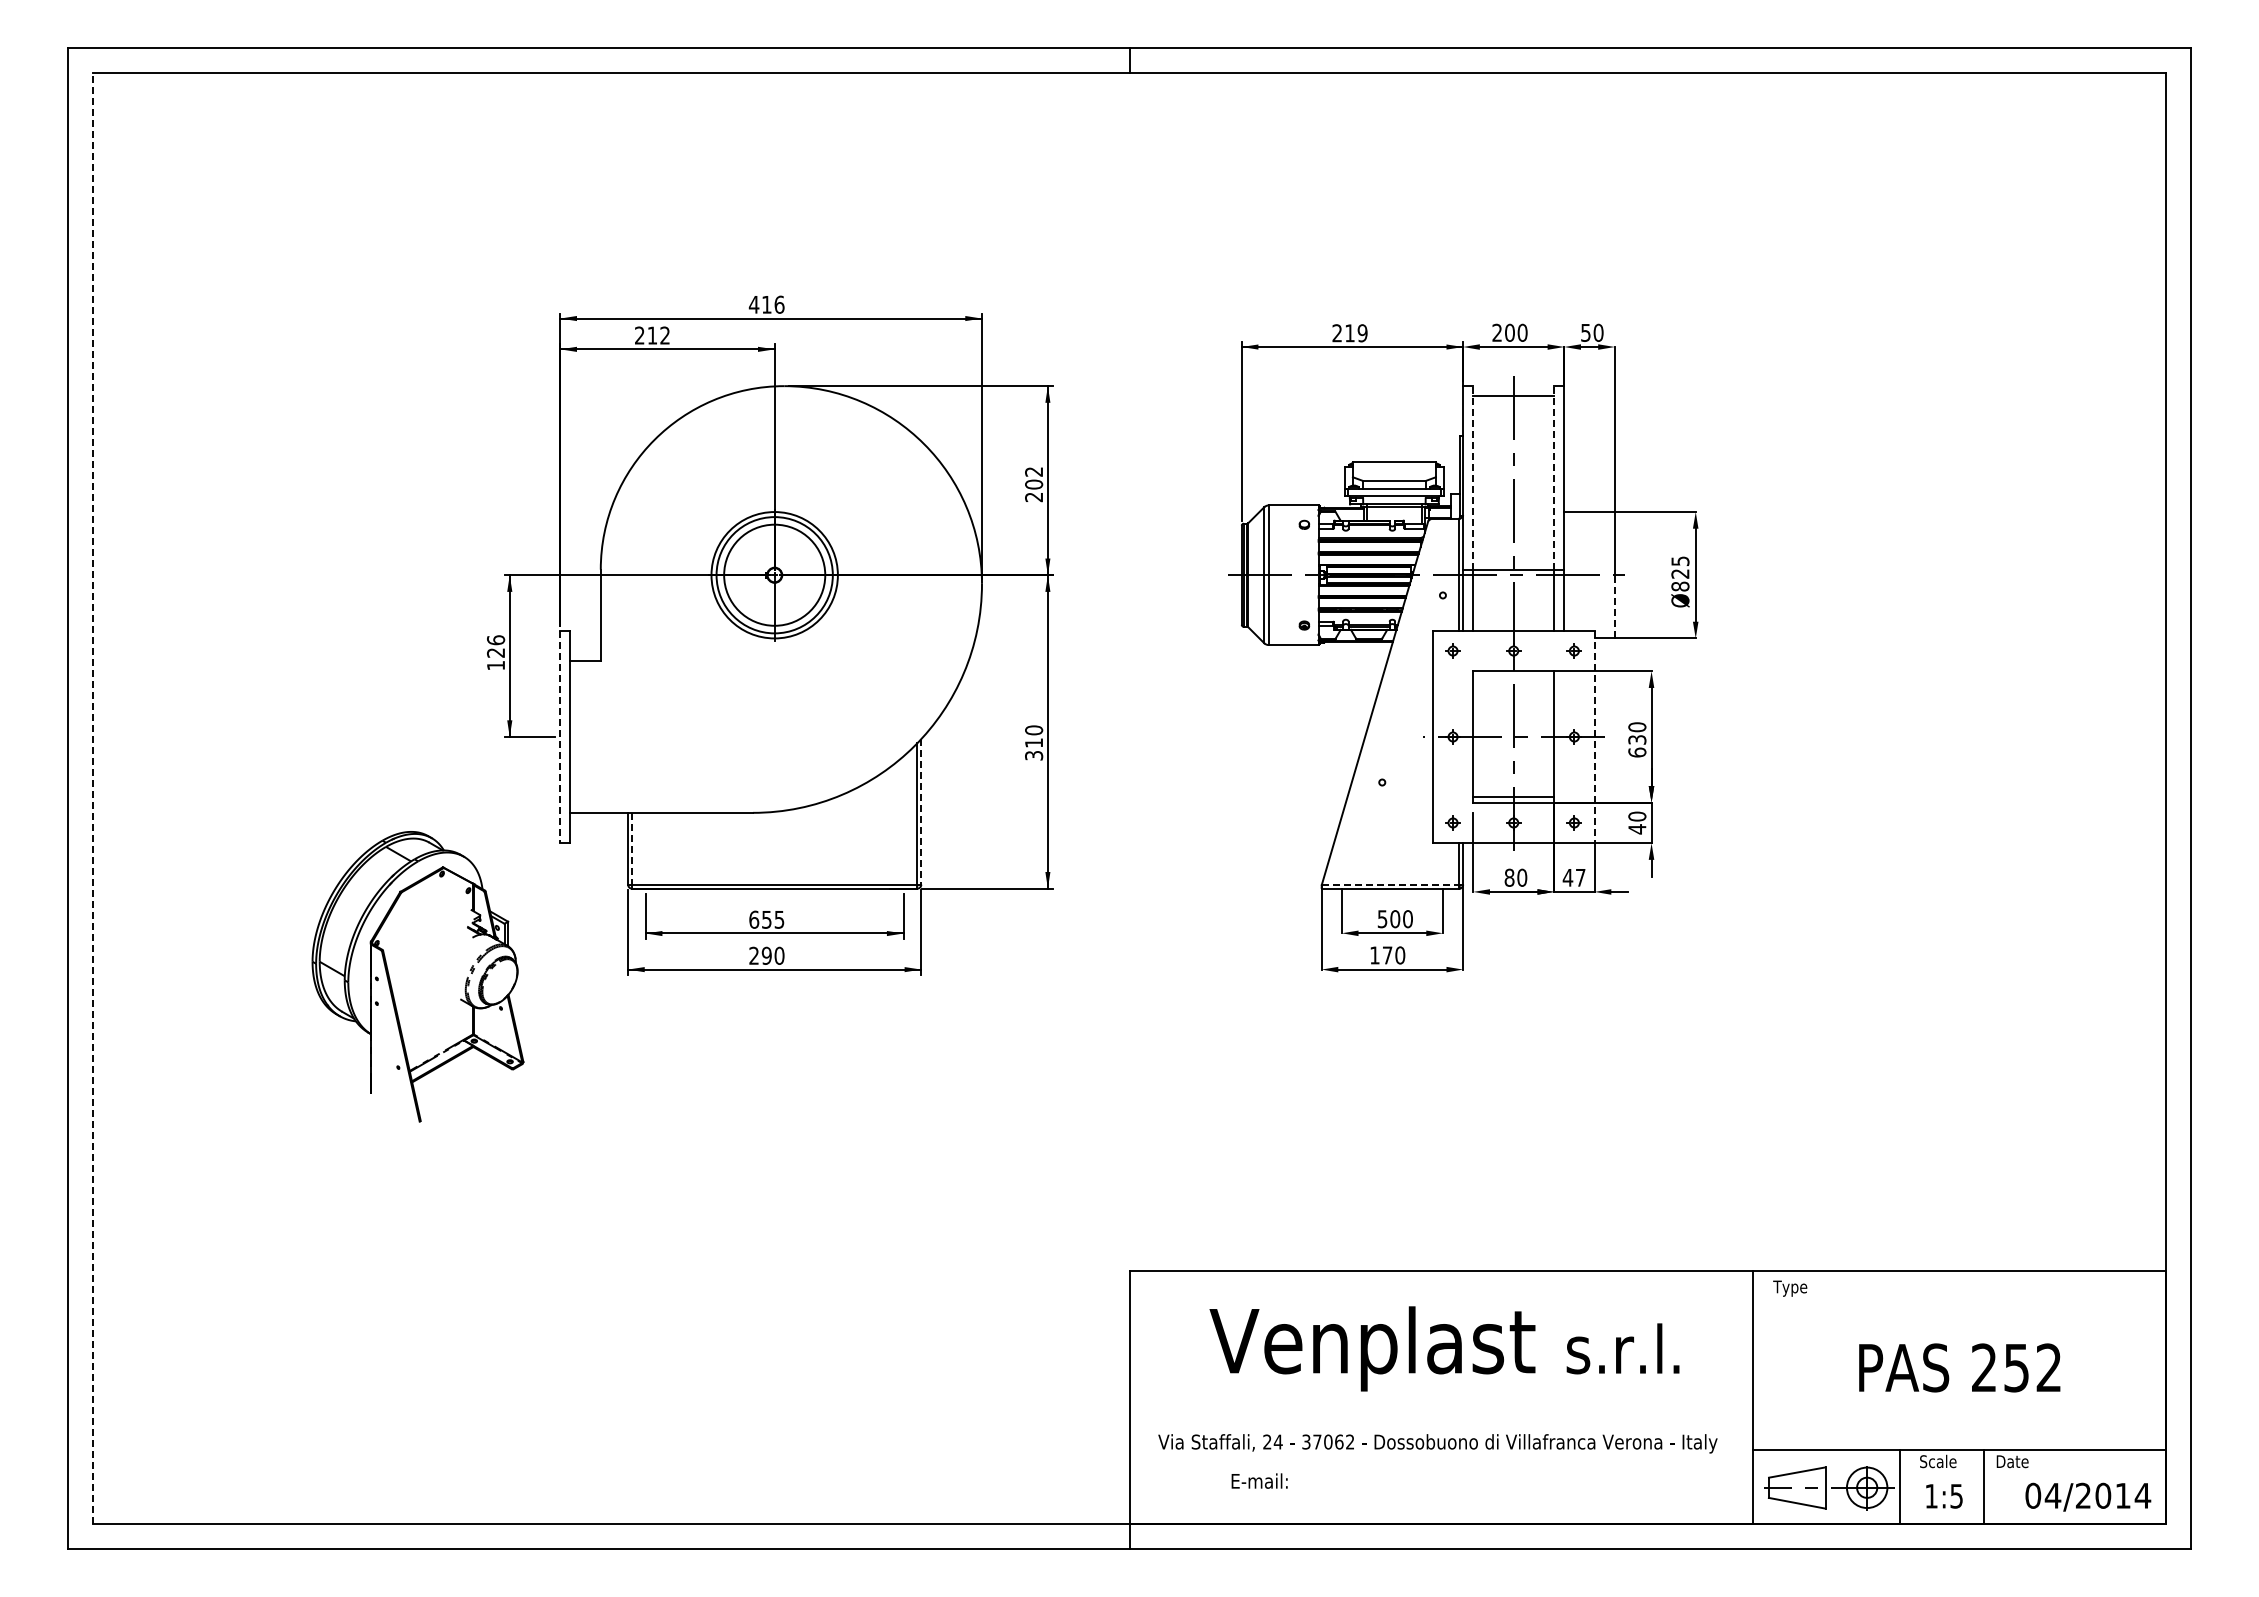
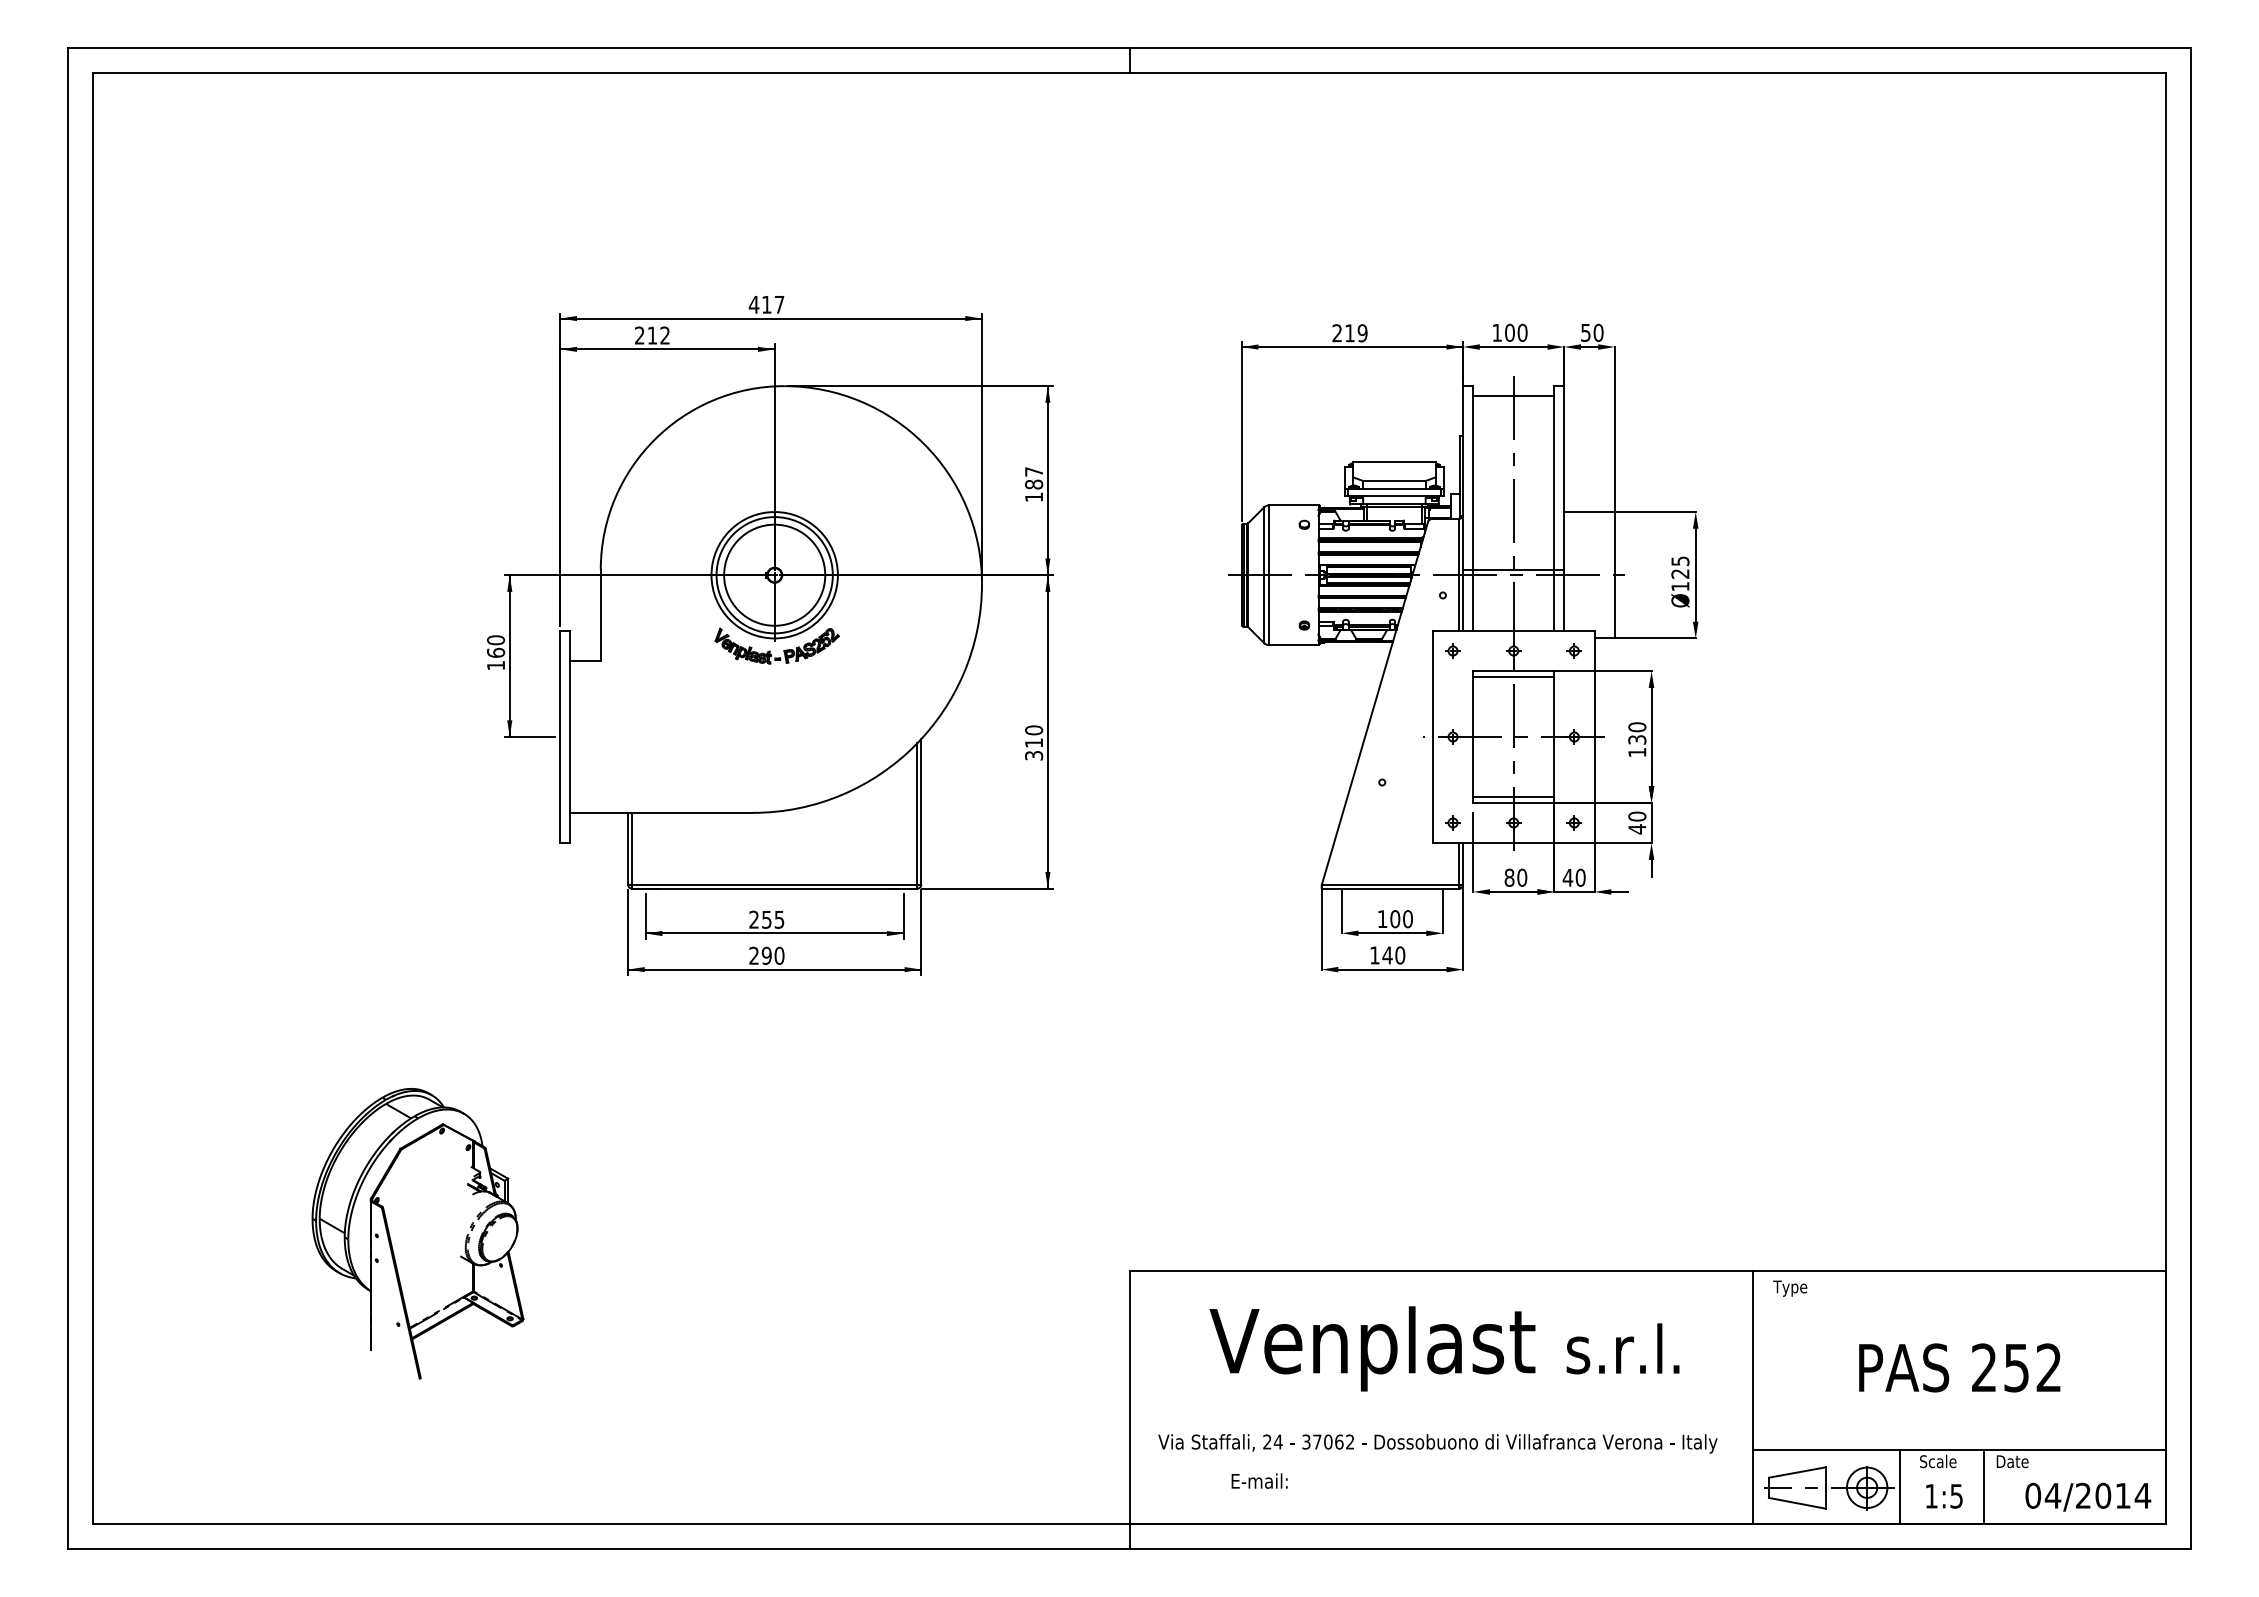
text at (779, 304): 416 -> 417
text at (1496, 332): 200 -> 100
line at (1473, 477): dashed -> solid
line at (1554, 477): dashed -> solid
text at (1033, 484): 202 -> 187
text at (1680, 586): Ø825 -> Ø125
line at (1614, 606): dashed -> solid
text at (496, 646): 126 -> 160
part at (770, 650): none -> present
line at (1513, 677): none -> present
line at (560, 737): dashed -> solid
line at (1594, 737): dashed -> solid
text at (1637, 752): 630 -> 130
line at (93, 798): dashed -> solid
line at (921, 811): dashed -> solid
line at (632, 848): dashed -> solid
text at (1580, 877): 47 -> 40
line at (1390, 884): dashed -> solid
text at (754, 919): 655 -> 255
text at (1382, 919): 500 -> 100
text at (1387, 955): 170 -> 140
part at (417, 976) position: (417, 976) -> (417, 1233)
